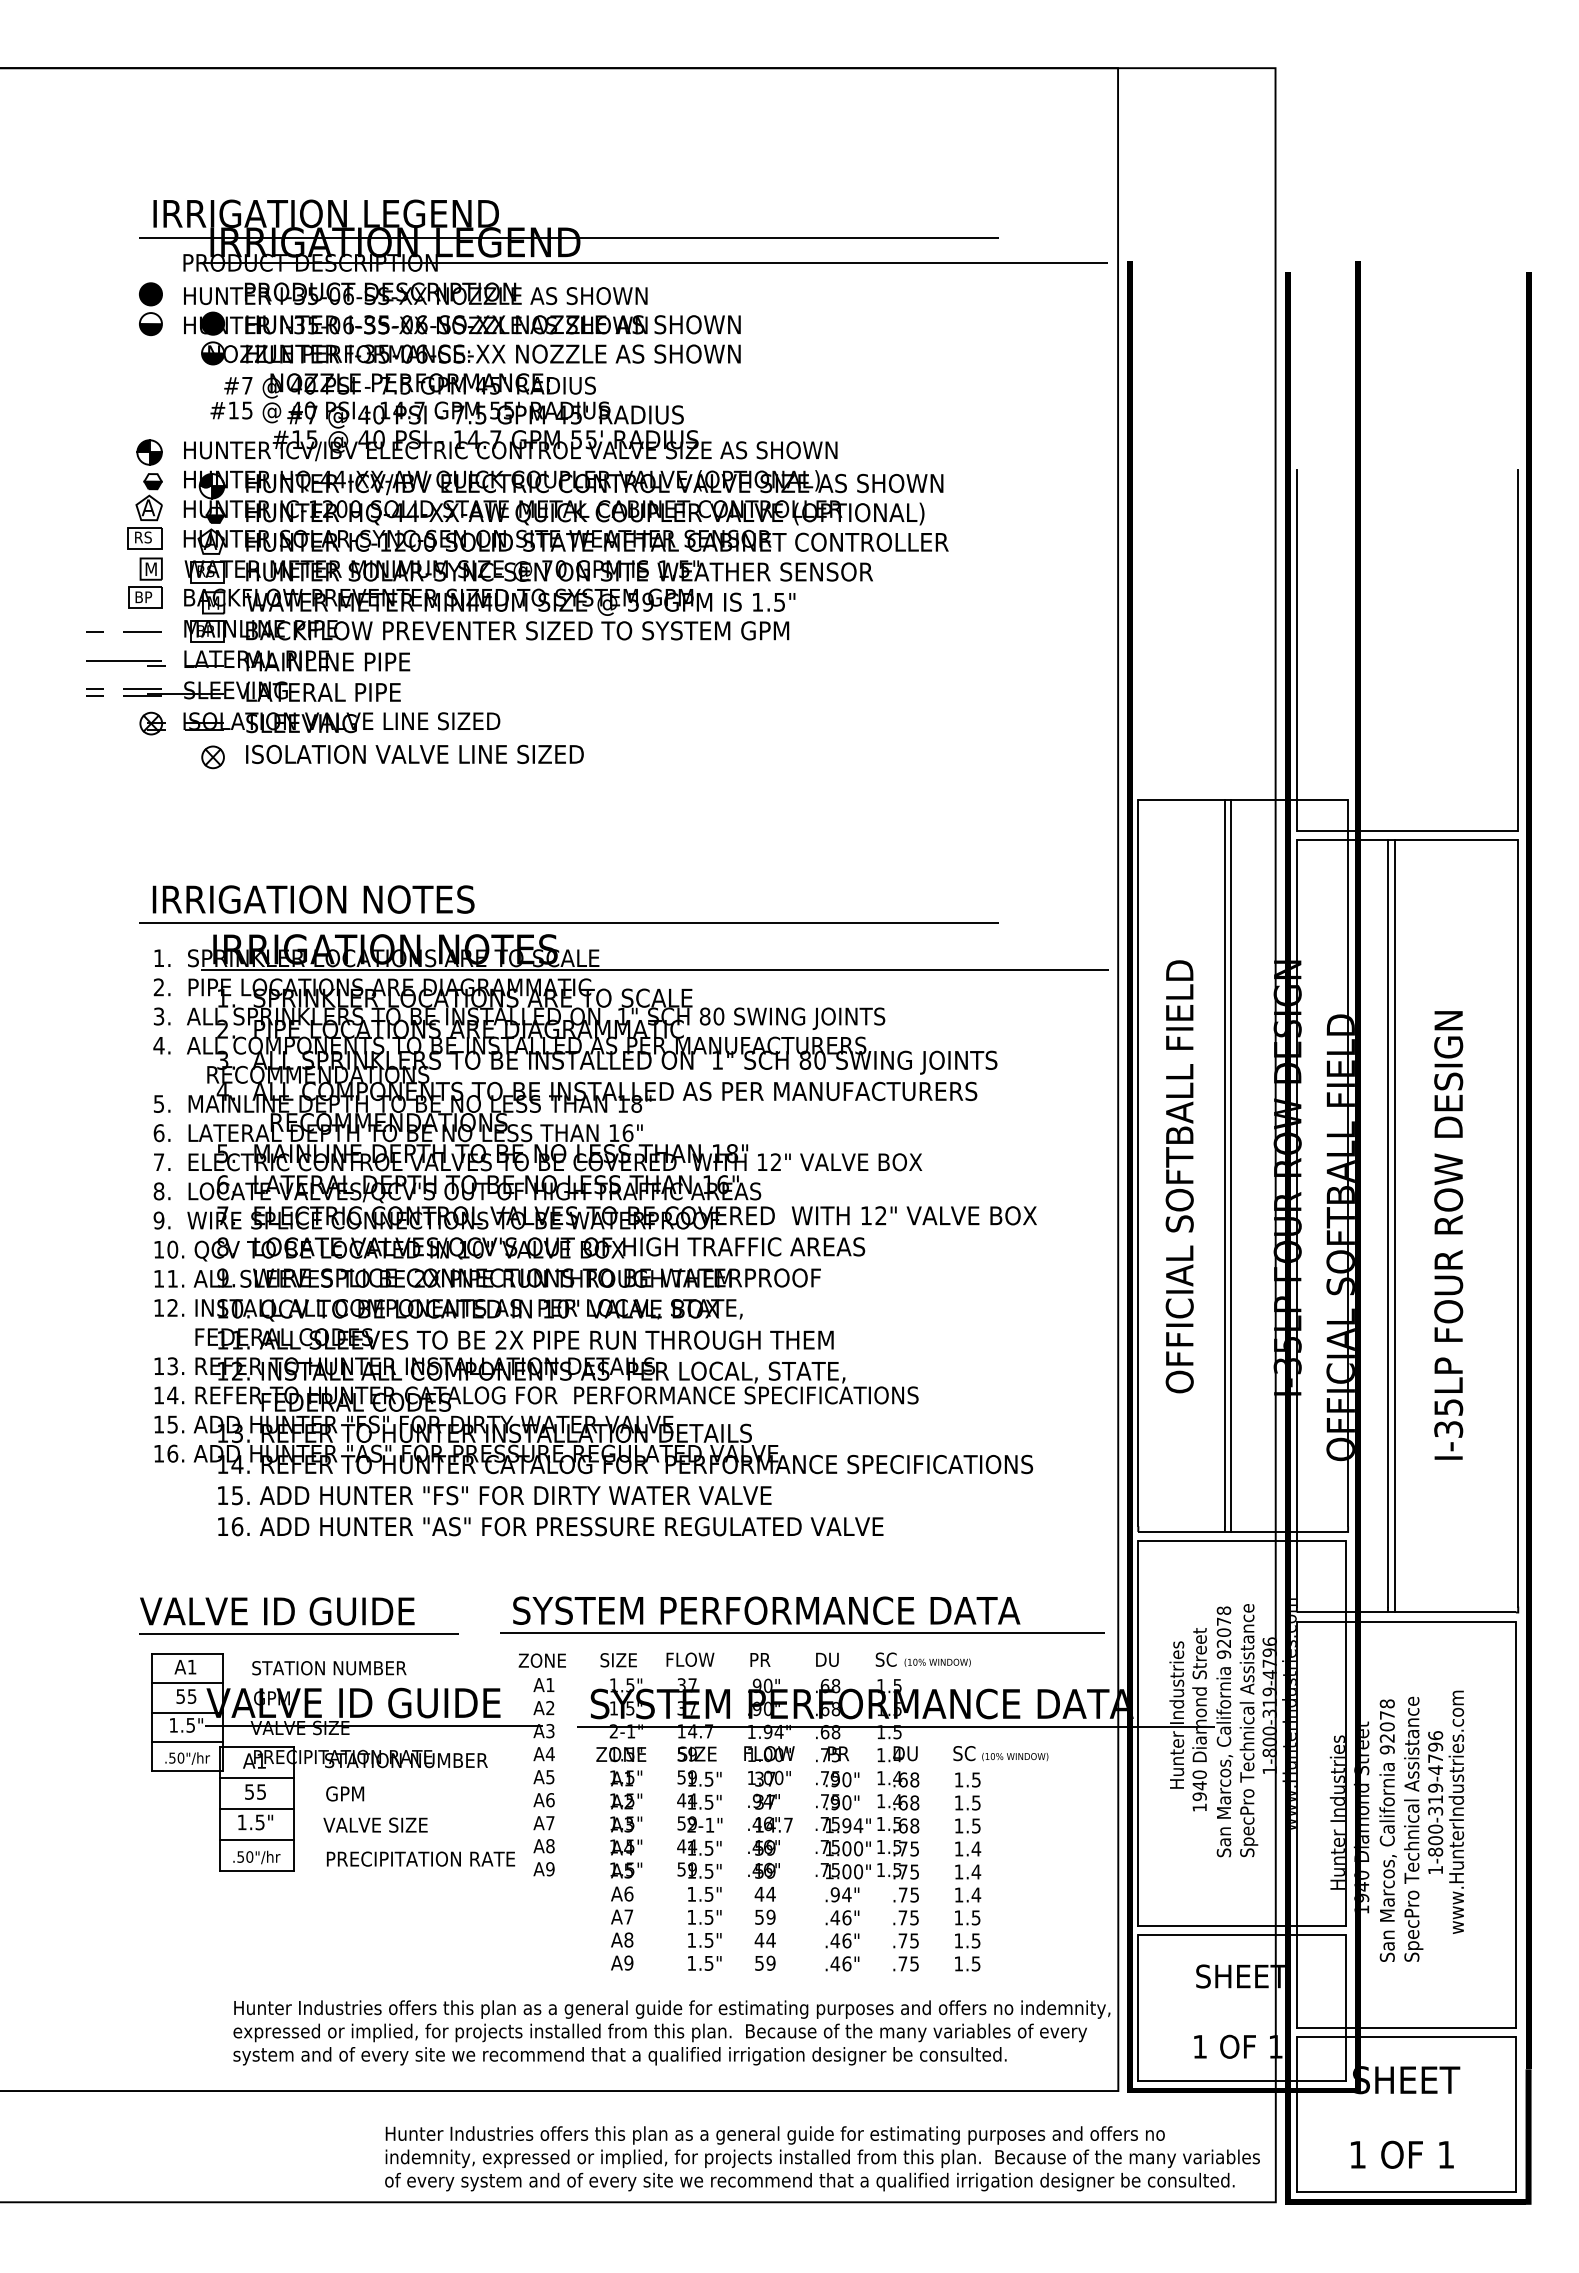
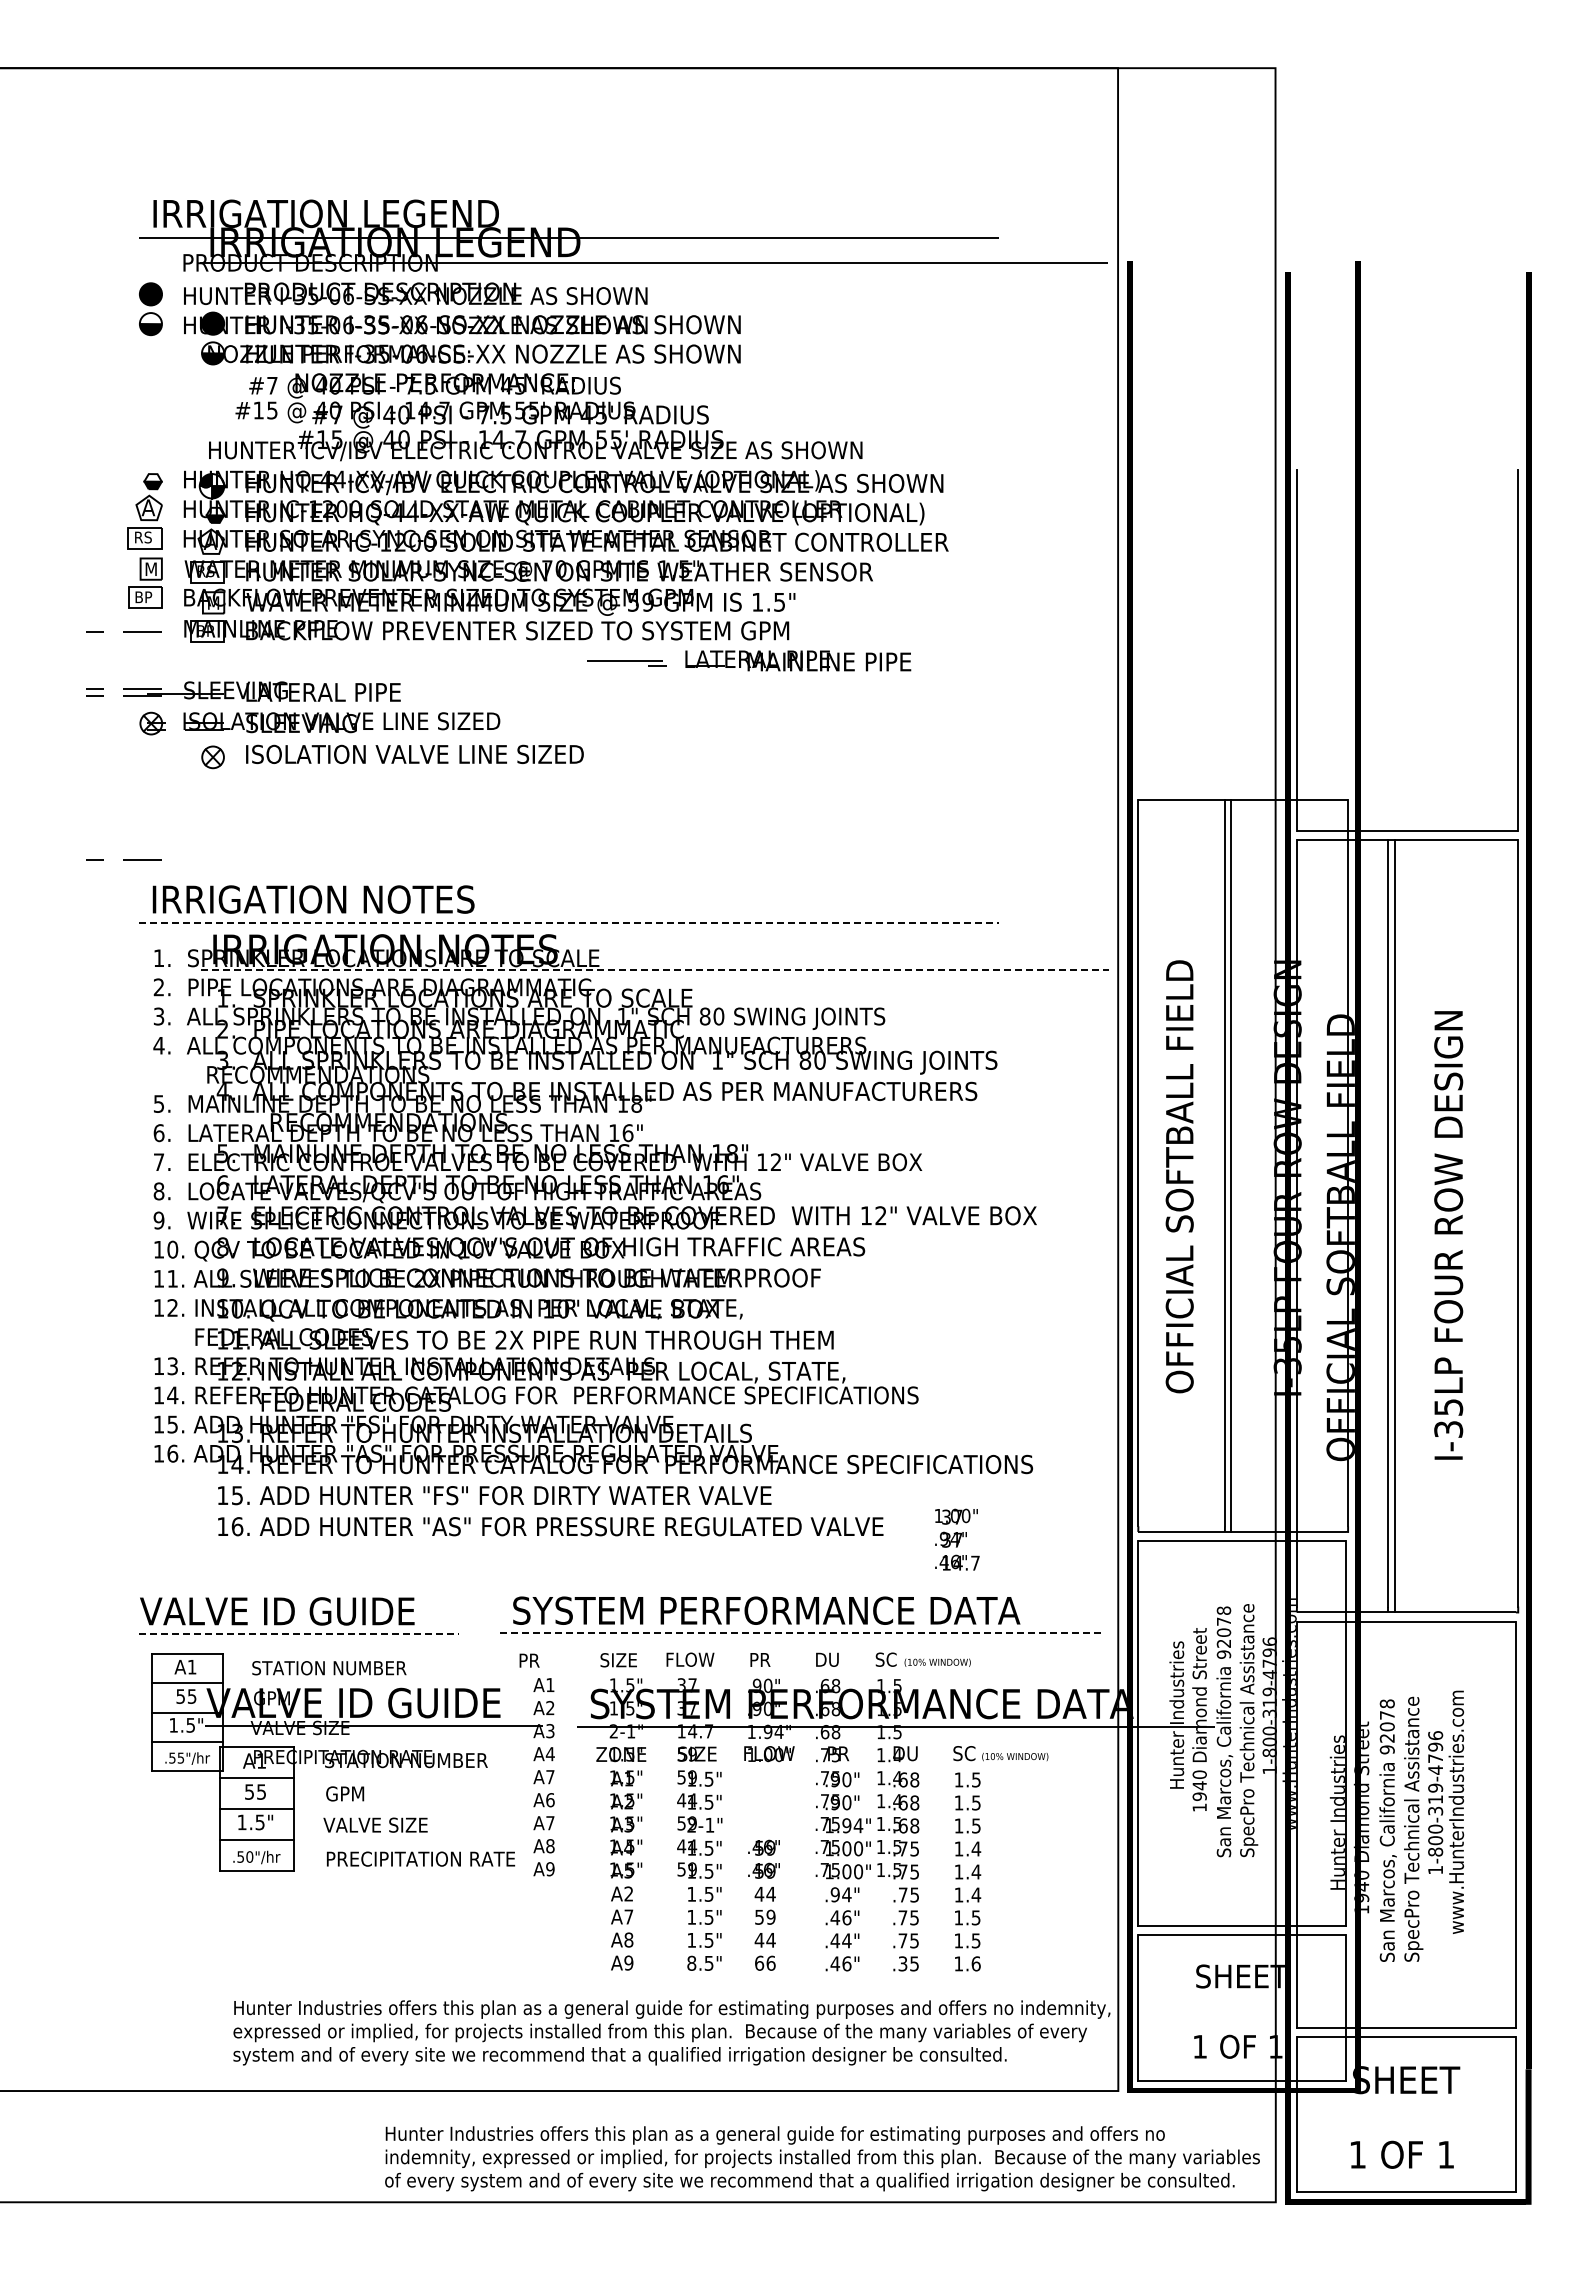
text at (510, 417) position: (510, 417) -> (535, 417)
part at (149, 452): present -> none
part at (248, 660) position: (248, 660) -> (749, 660)
line at (123, 859): none -> present
line at (569, 922): solid -> dashed
line at (655, 970): solid -> dashed
line at (802, 1632): solid -> dashed
line at (298, 1633): solid -> dashed
text at (541, 1660): ZONE -> PR
text at (180, 1757): .50"/hr -> .55"/hr
text at (550, 1777): A5 -> A7
text at (770, 1801) position: (770, 1801) -> (957, 1539)
text at (628, 1893): A6 -> A2
text at (846, 1940): .46" -> .44"
text at (691, 1962): 1.5" -> 8.5"
text at (765, 1962): 59 -> 66
text at (902, 1963): .75 -> .35
text at (975, 1963): 1.5 -> 1.6
